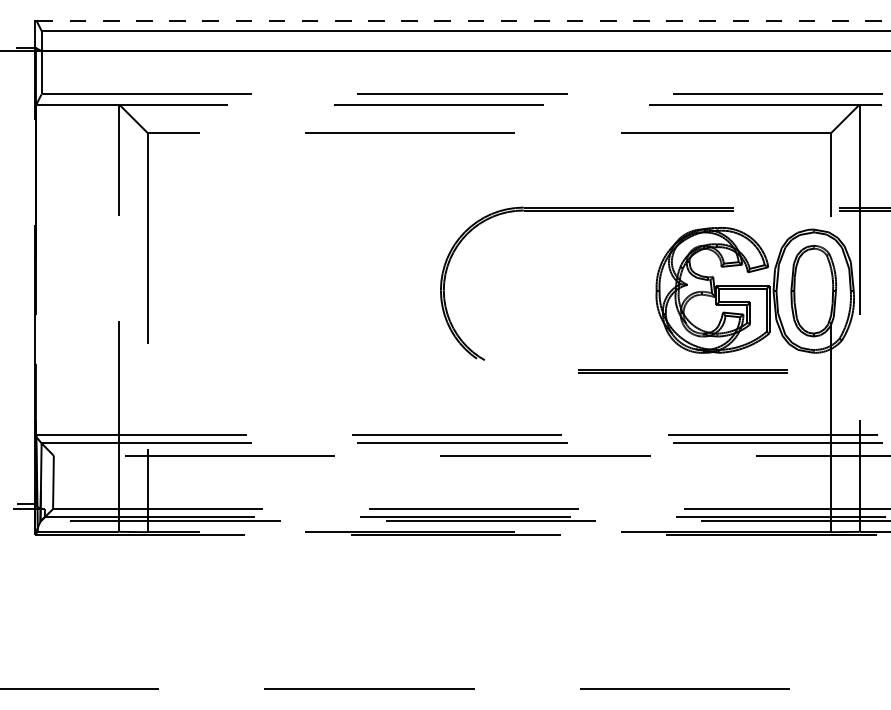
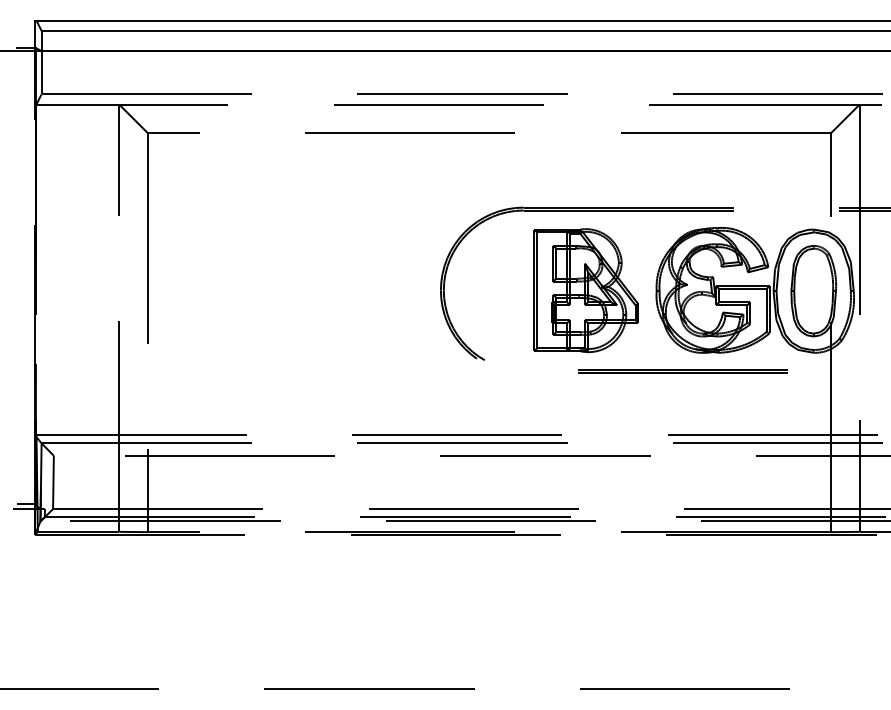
line at (463, 21): dashed -> solid
part at (585, 290): none -> present
